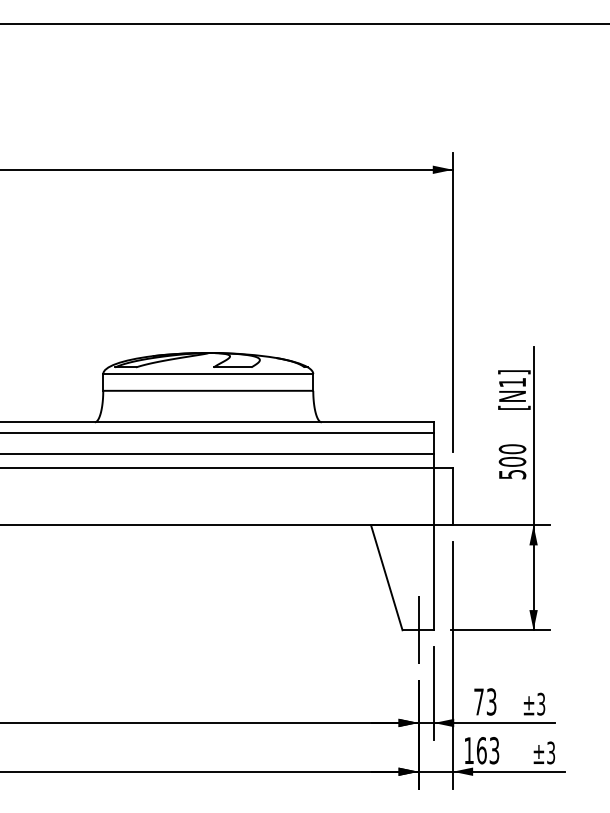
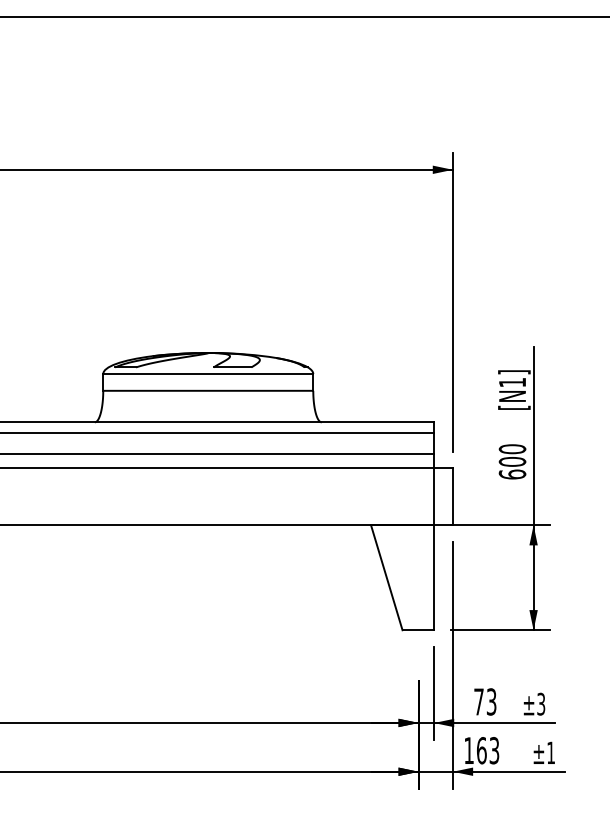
line at (304, 24) position: (304, 24) -> (304, 17)
text at (512, 474): 500 -> 600
line at (418, 629): present -> none
text at (551, 752): ±3 -> ±1
